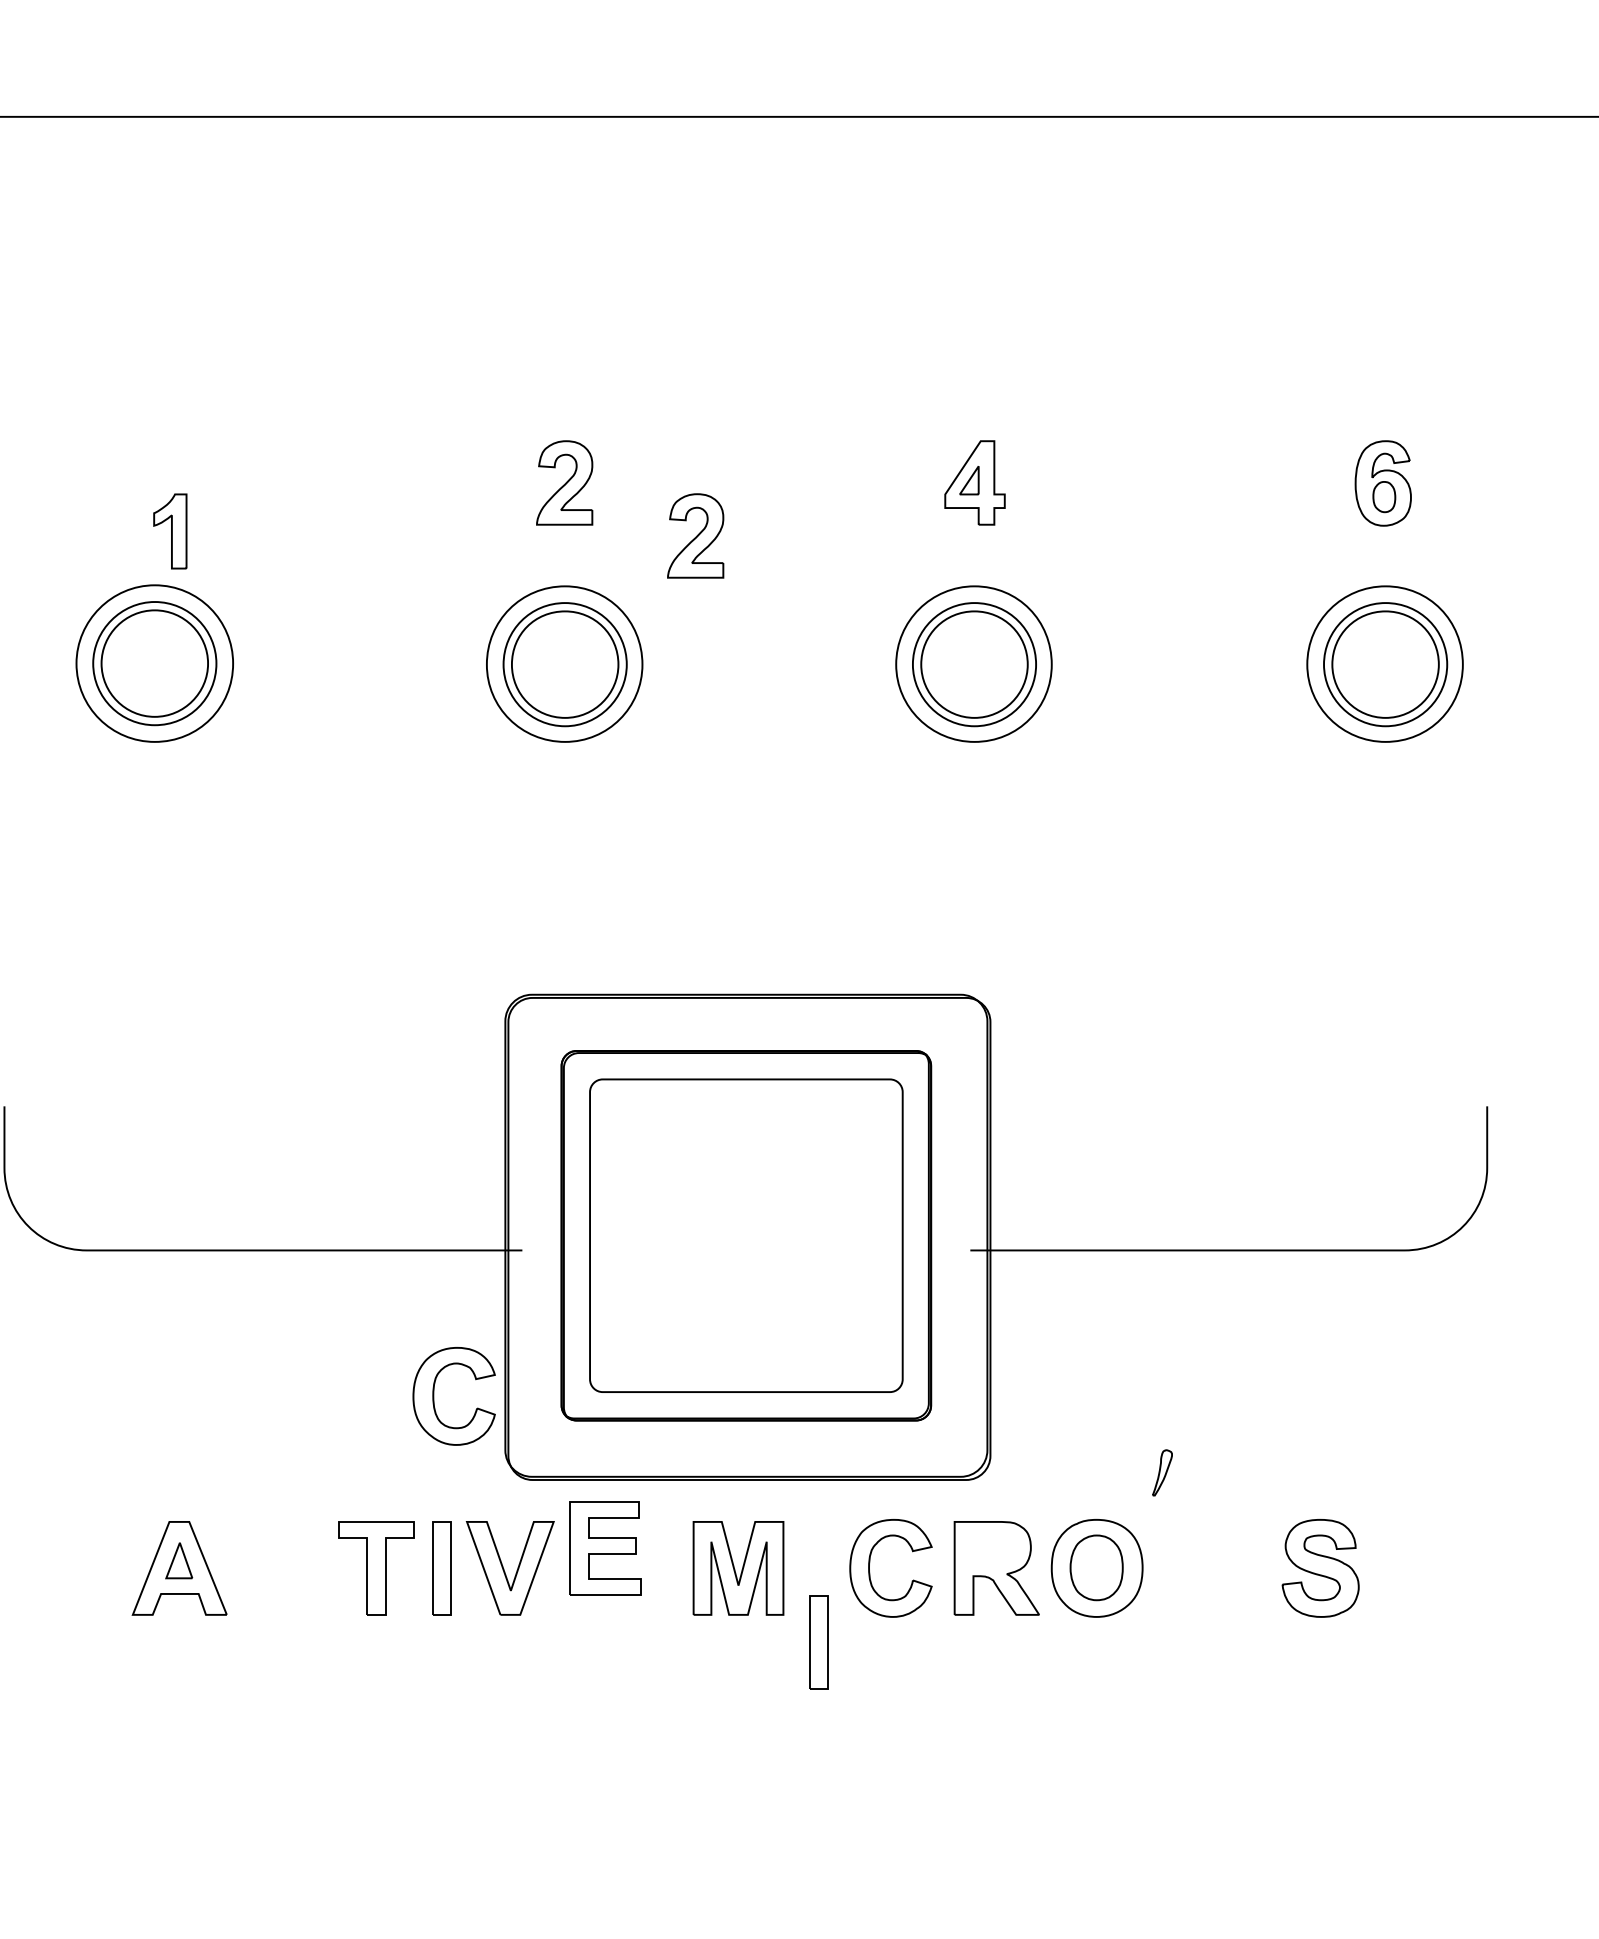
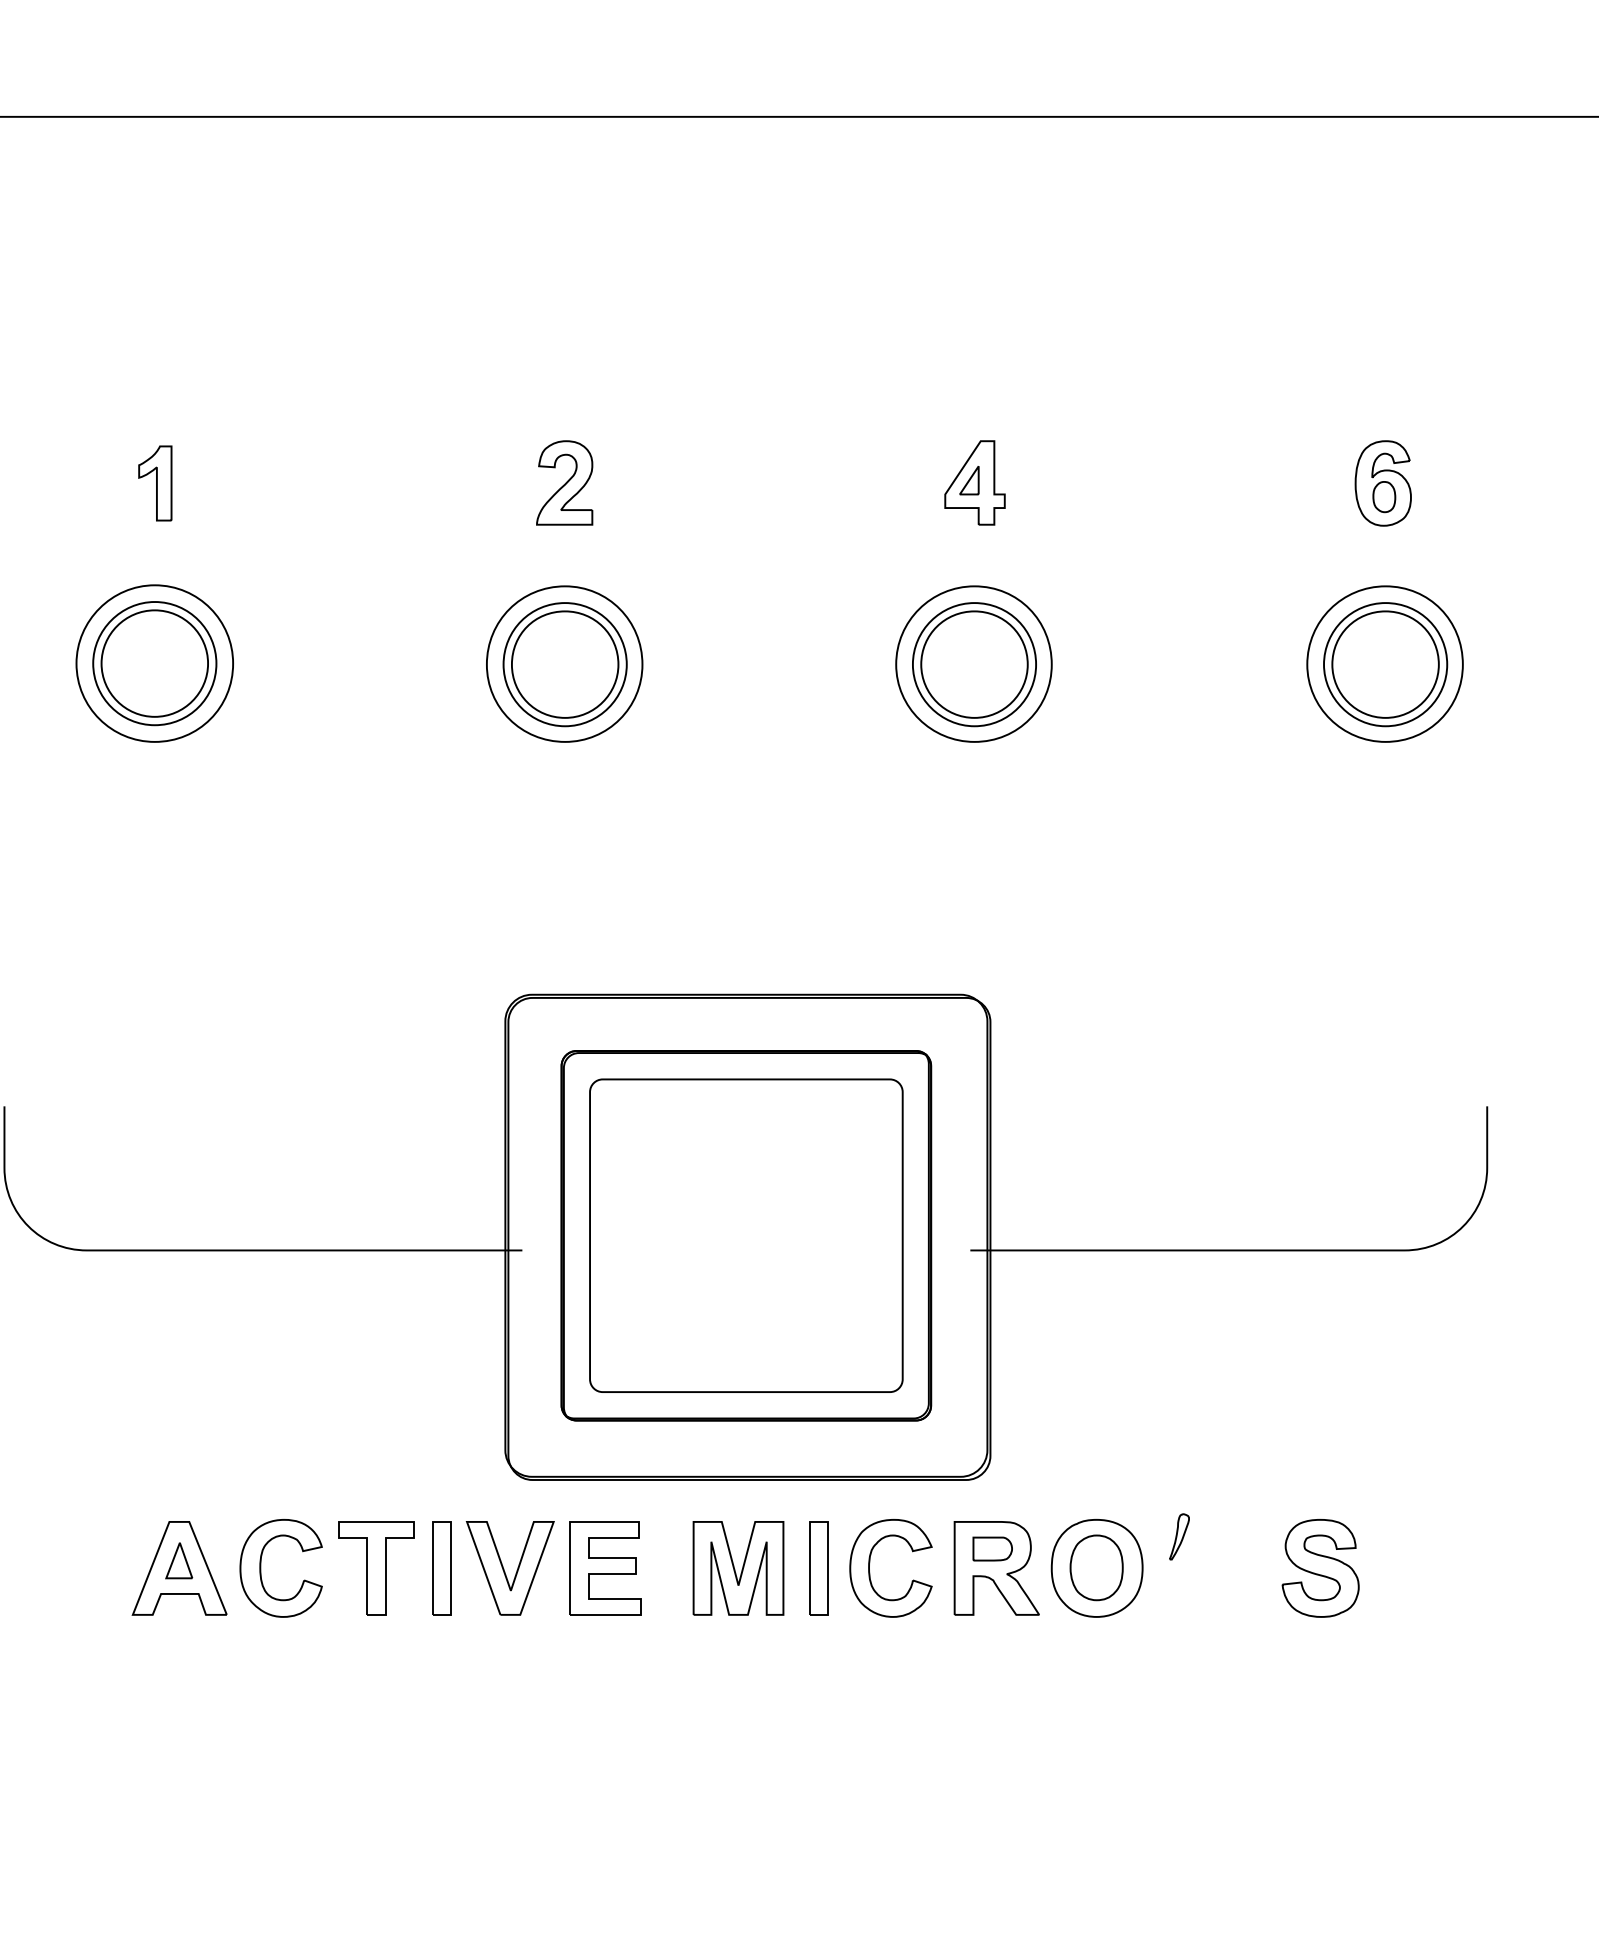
part at (170, 531) position: (170, 531) -> (155, 483)
part at (695, 535): present -> none
part at (434, 1396) position: (434, 1396) -> (261, 1568)
part at (1162, 1472) position: (1162, 1472) -> (1179, 1536)
part at (605, 1548) position: (605, 1548) -> (605, 1568)
part at (992, 1548): none -> present
part at (818, 1642) position: (818, 1642) -> (818, 1568)
